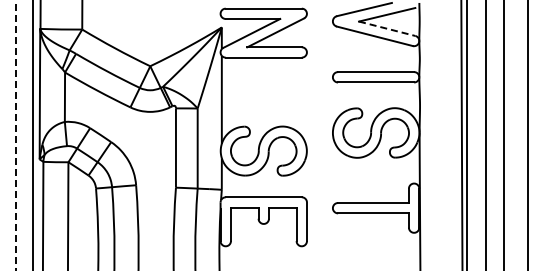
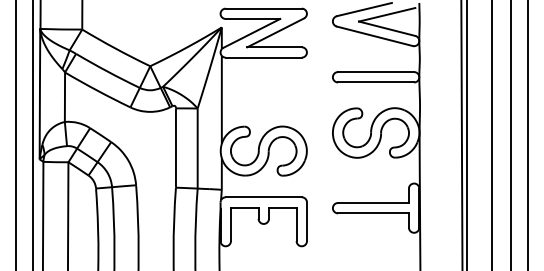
line at (387, 28): dashed -> solid
line at (486, 134) position: (486, 134) -> (492, 134)
line at (503, 134) position: (503, 134) -> (510, 134)
line at (16, 135): dashed -> solid
